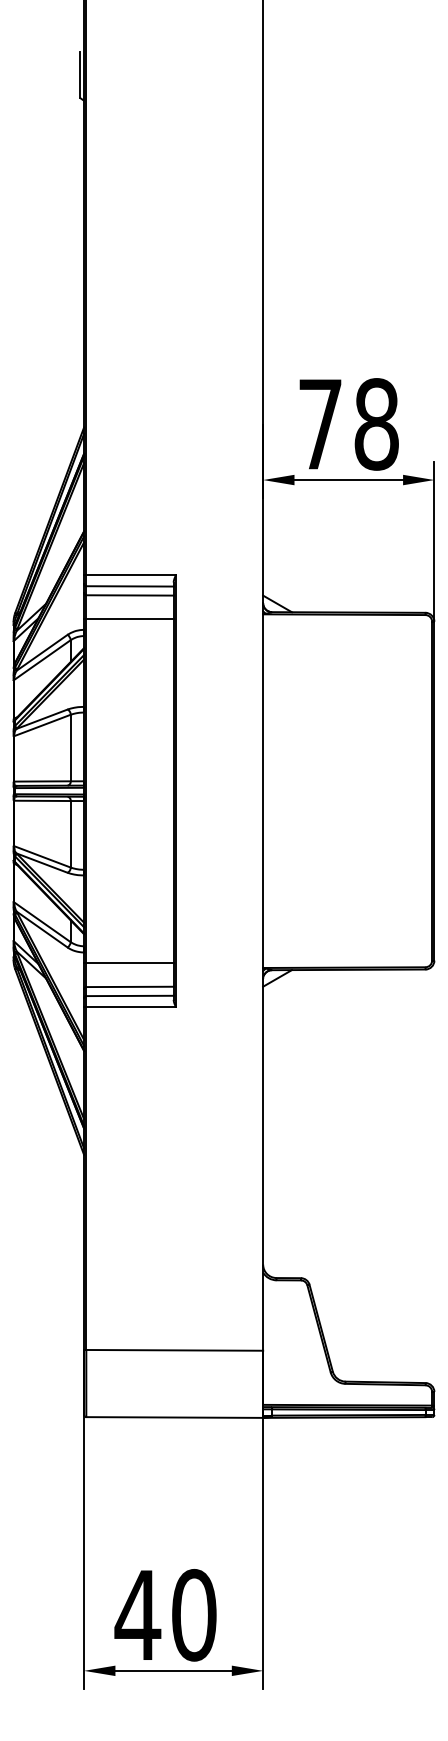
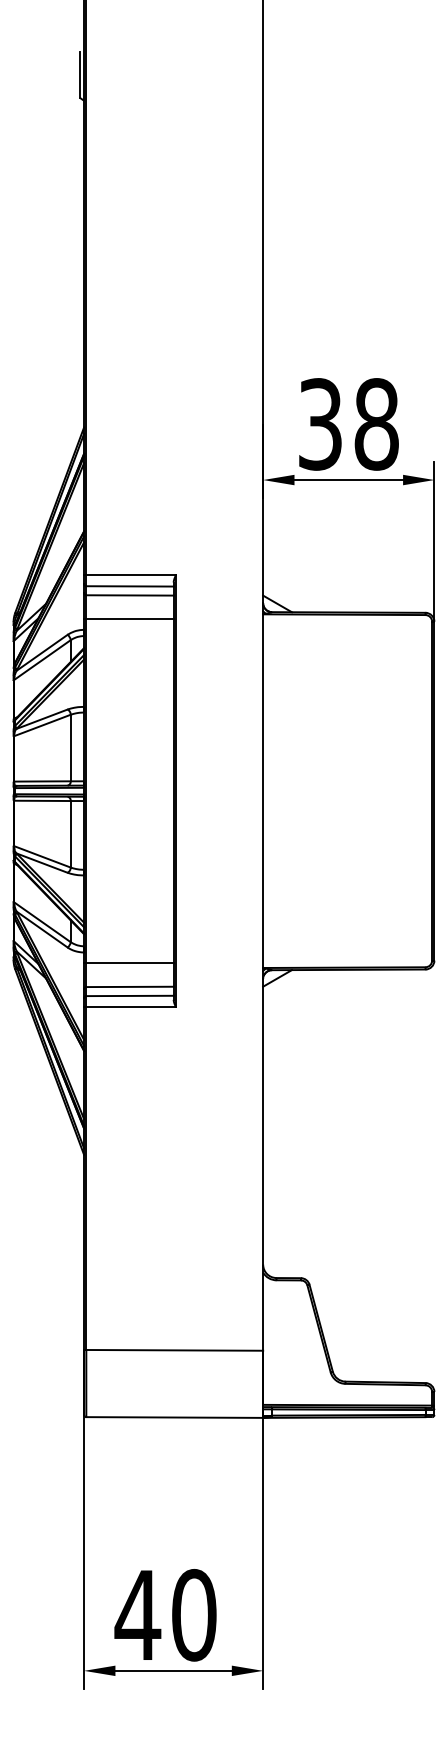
text at (320, 424): 78 -> 38
